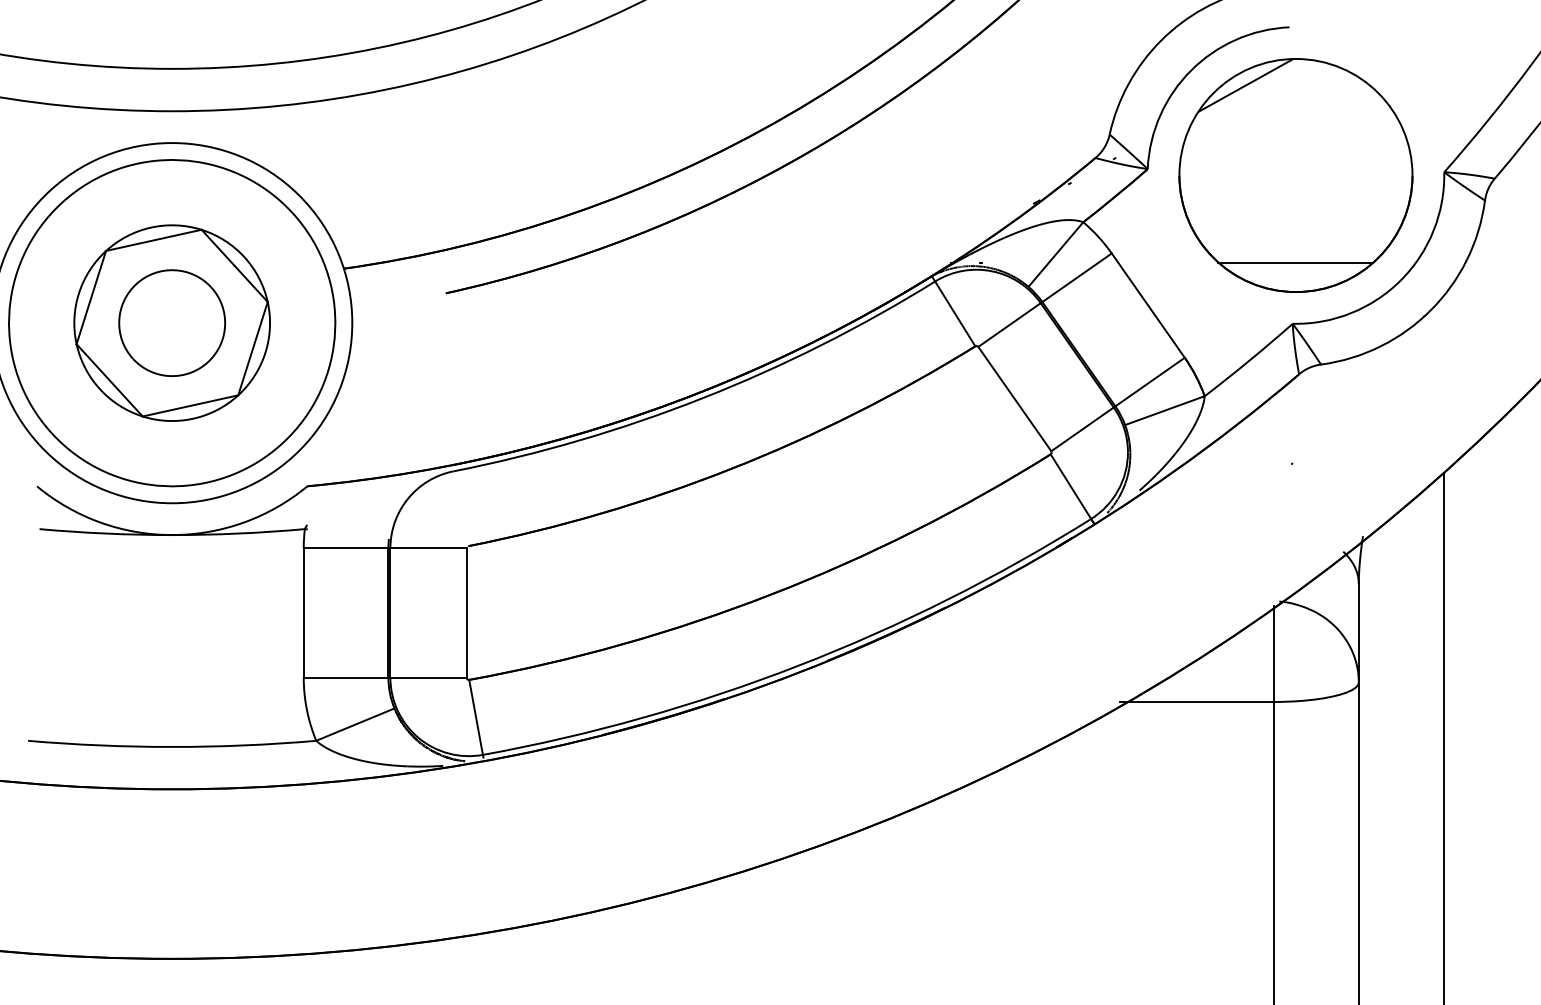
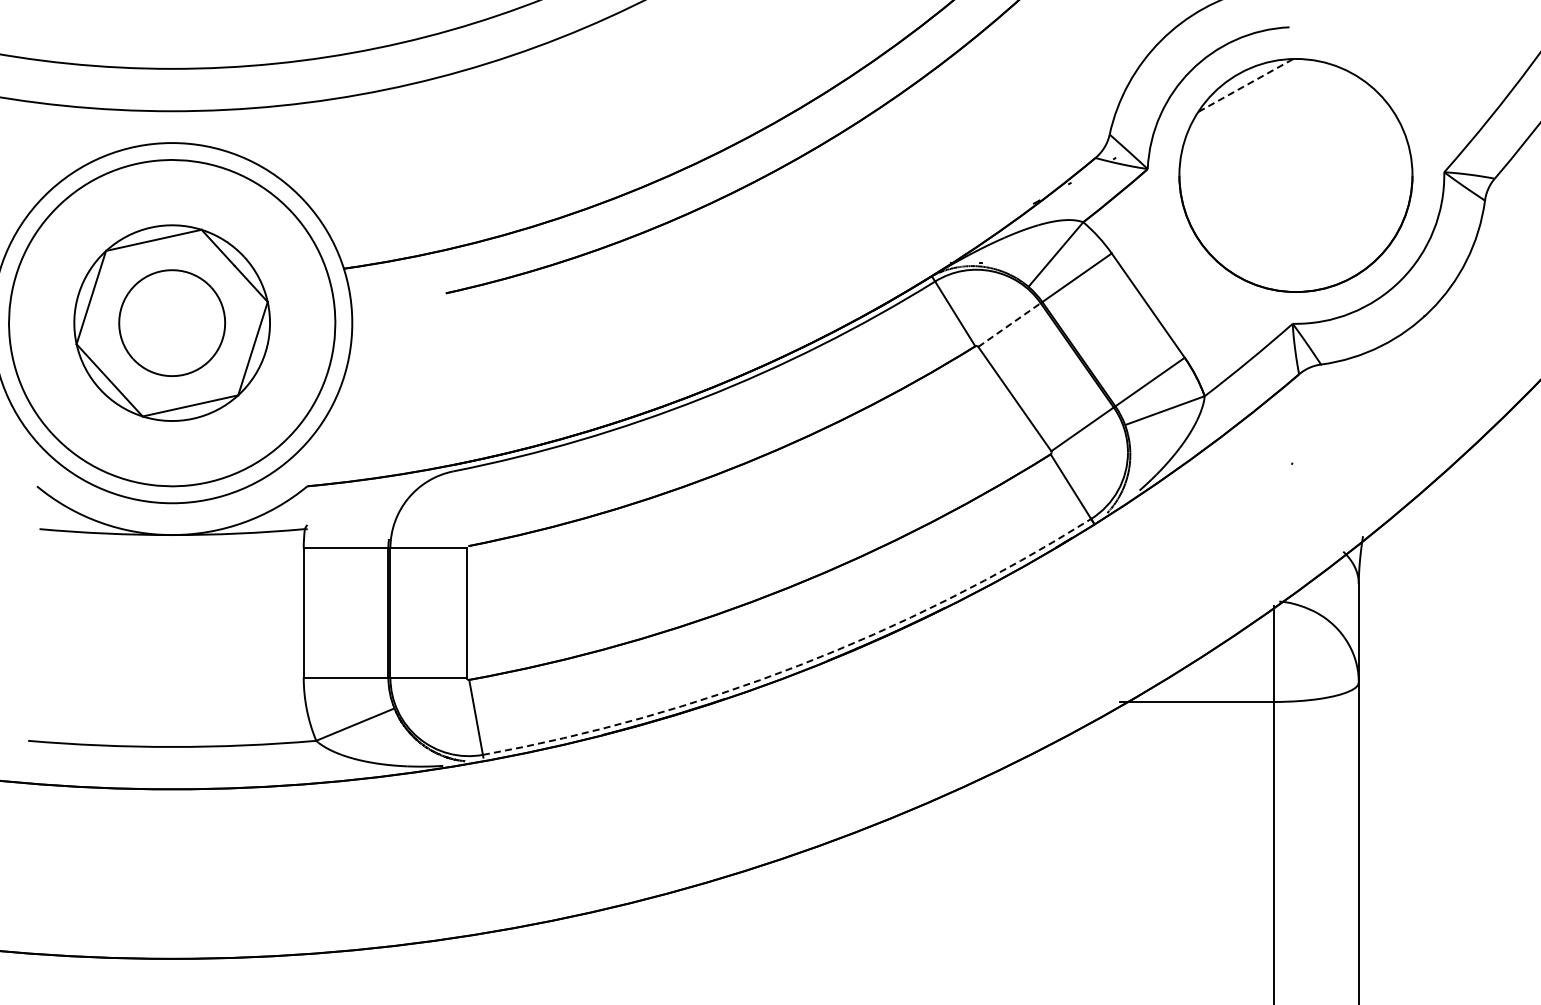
line at (1245, 85): solid -> dashed
line at (1295, 262): present -> none
line at (1009, 324): solid -> dashed
arc at (798, 665): solid -> dashed
line at (1443, 737): present -> none
